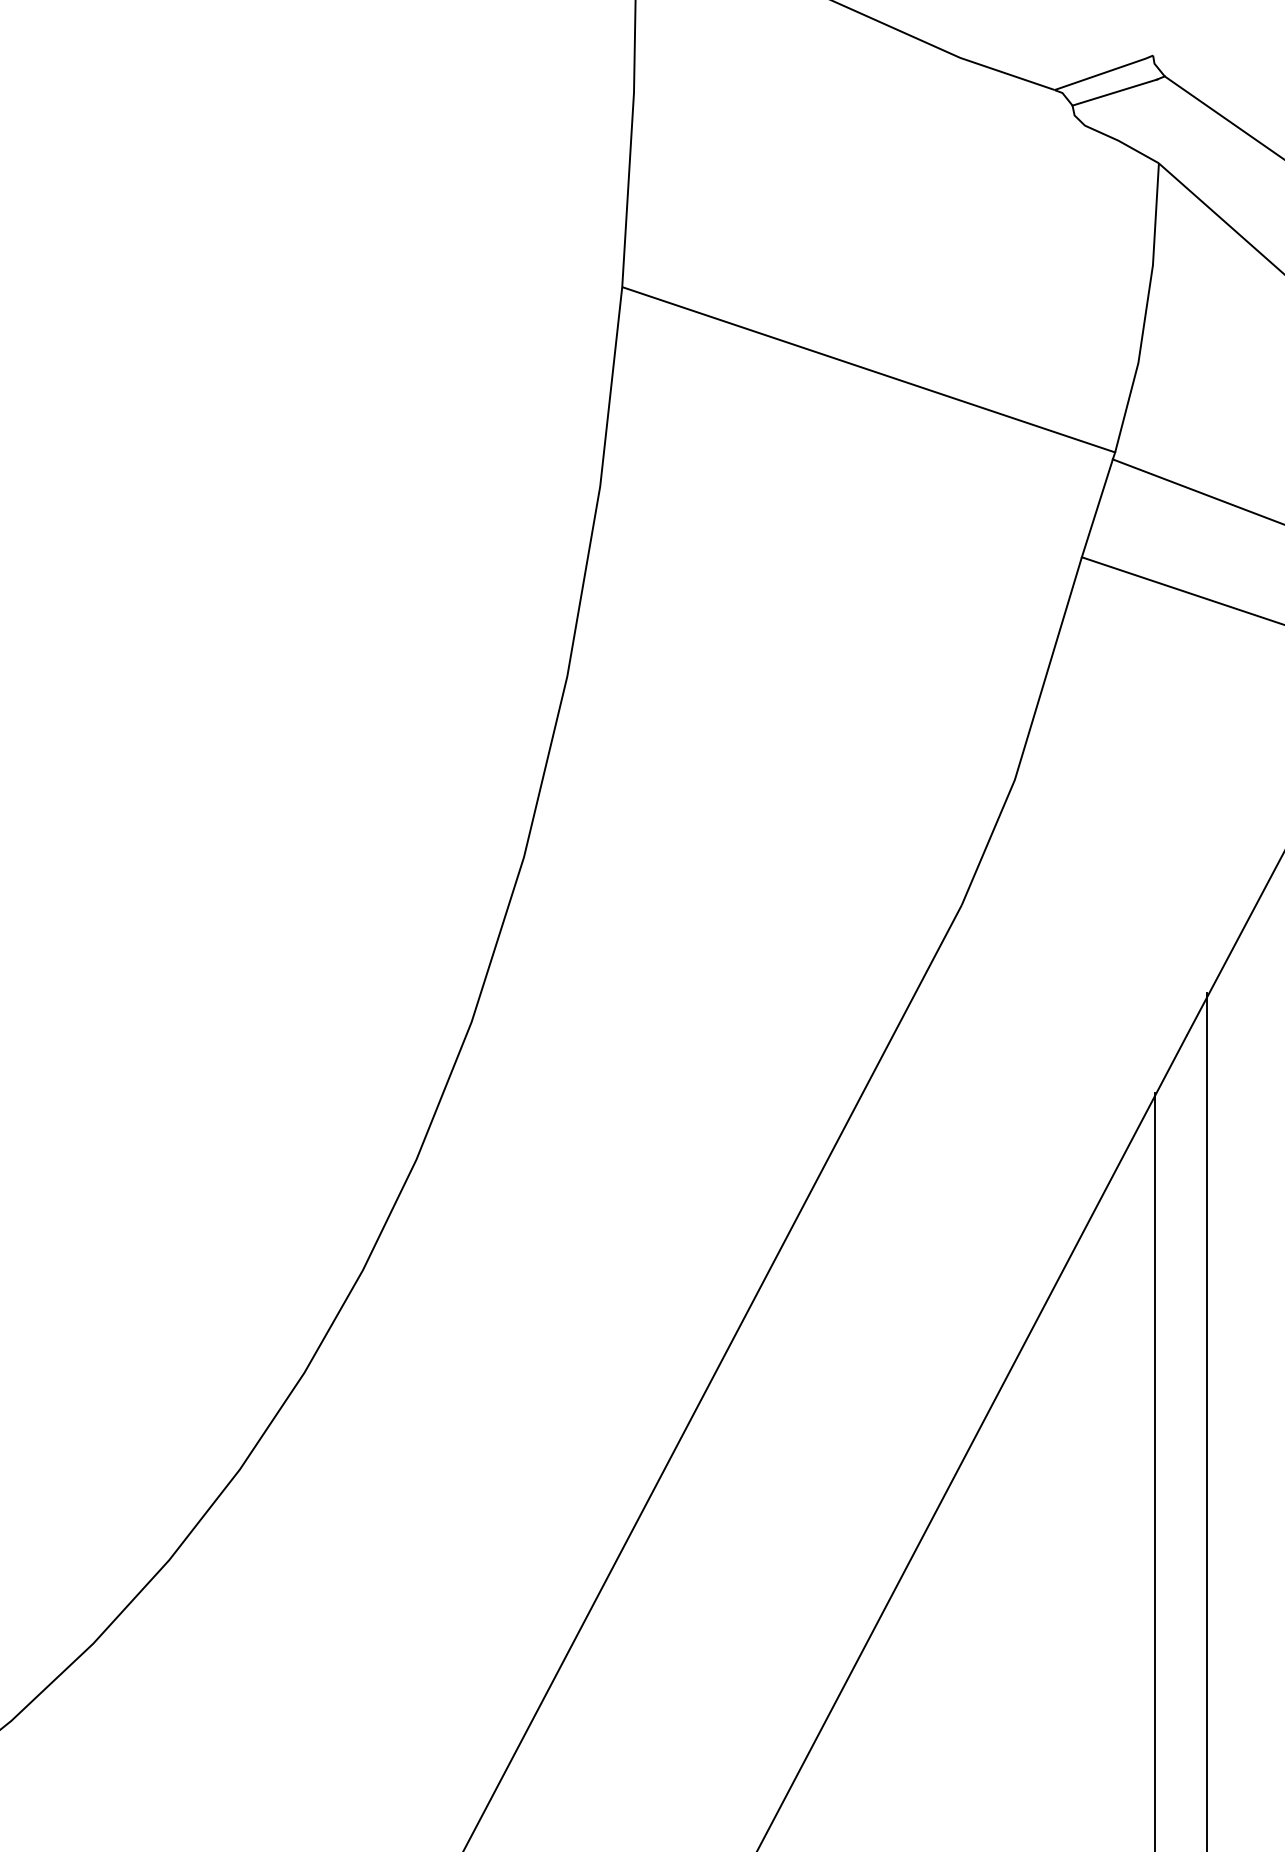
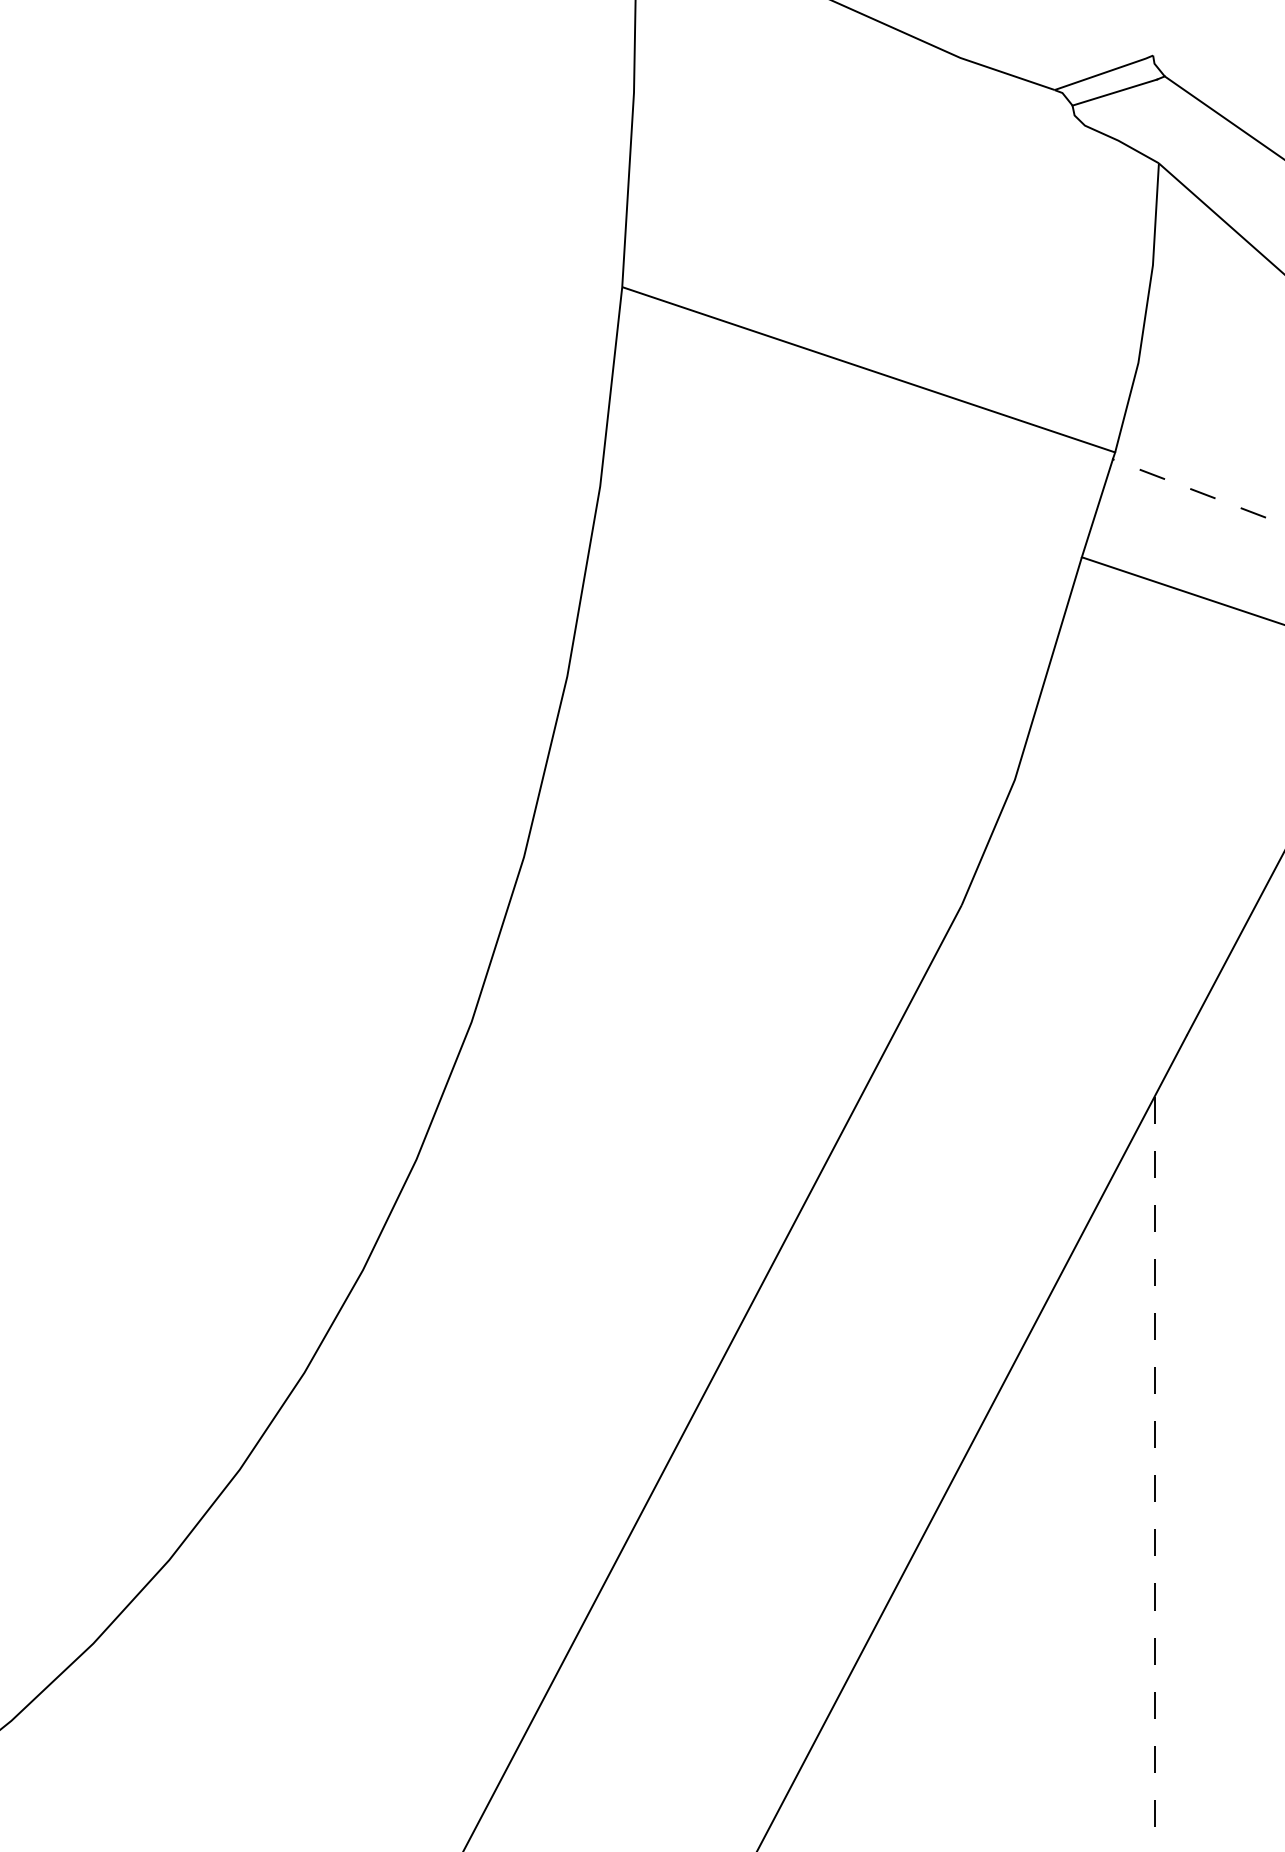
line at (1198, 492): solid -> dashed
line at (1206, 1420): present -> none
line at (1154, 1472): solid -> dashed
